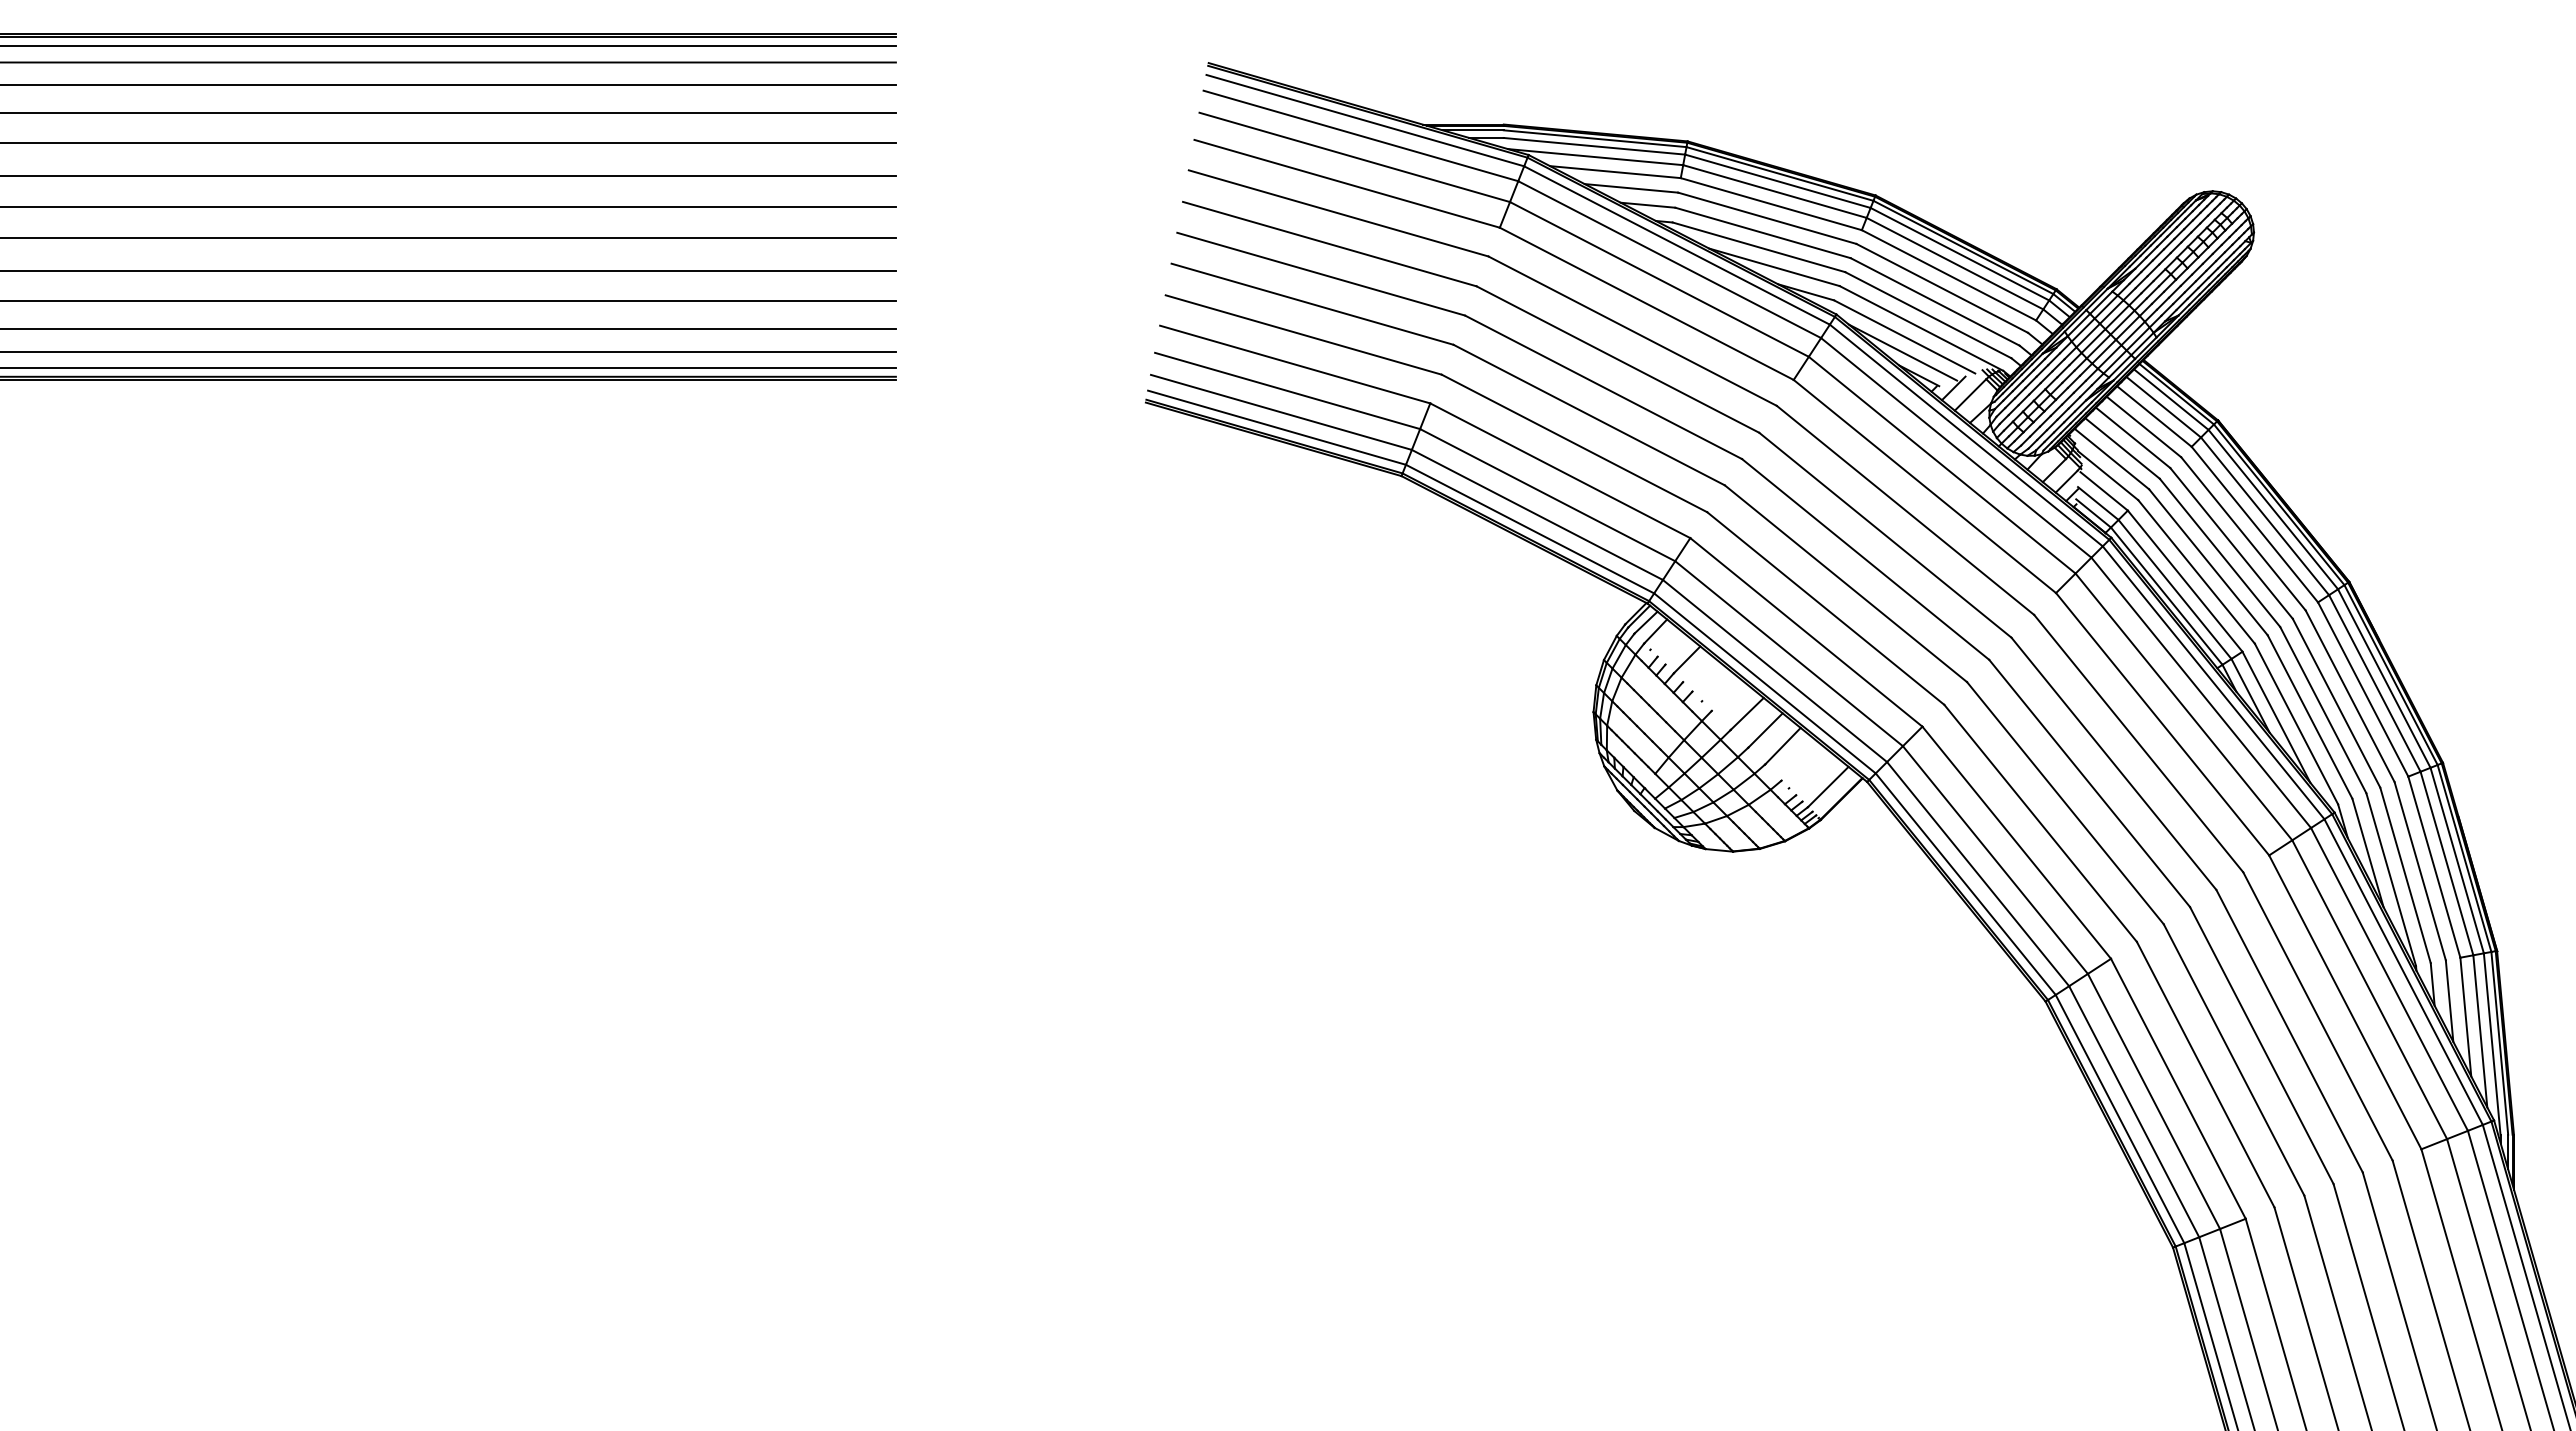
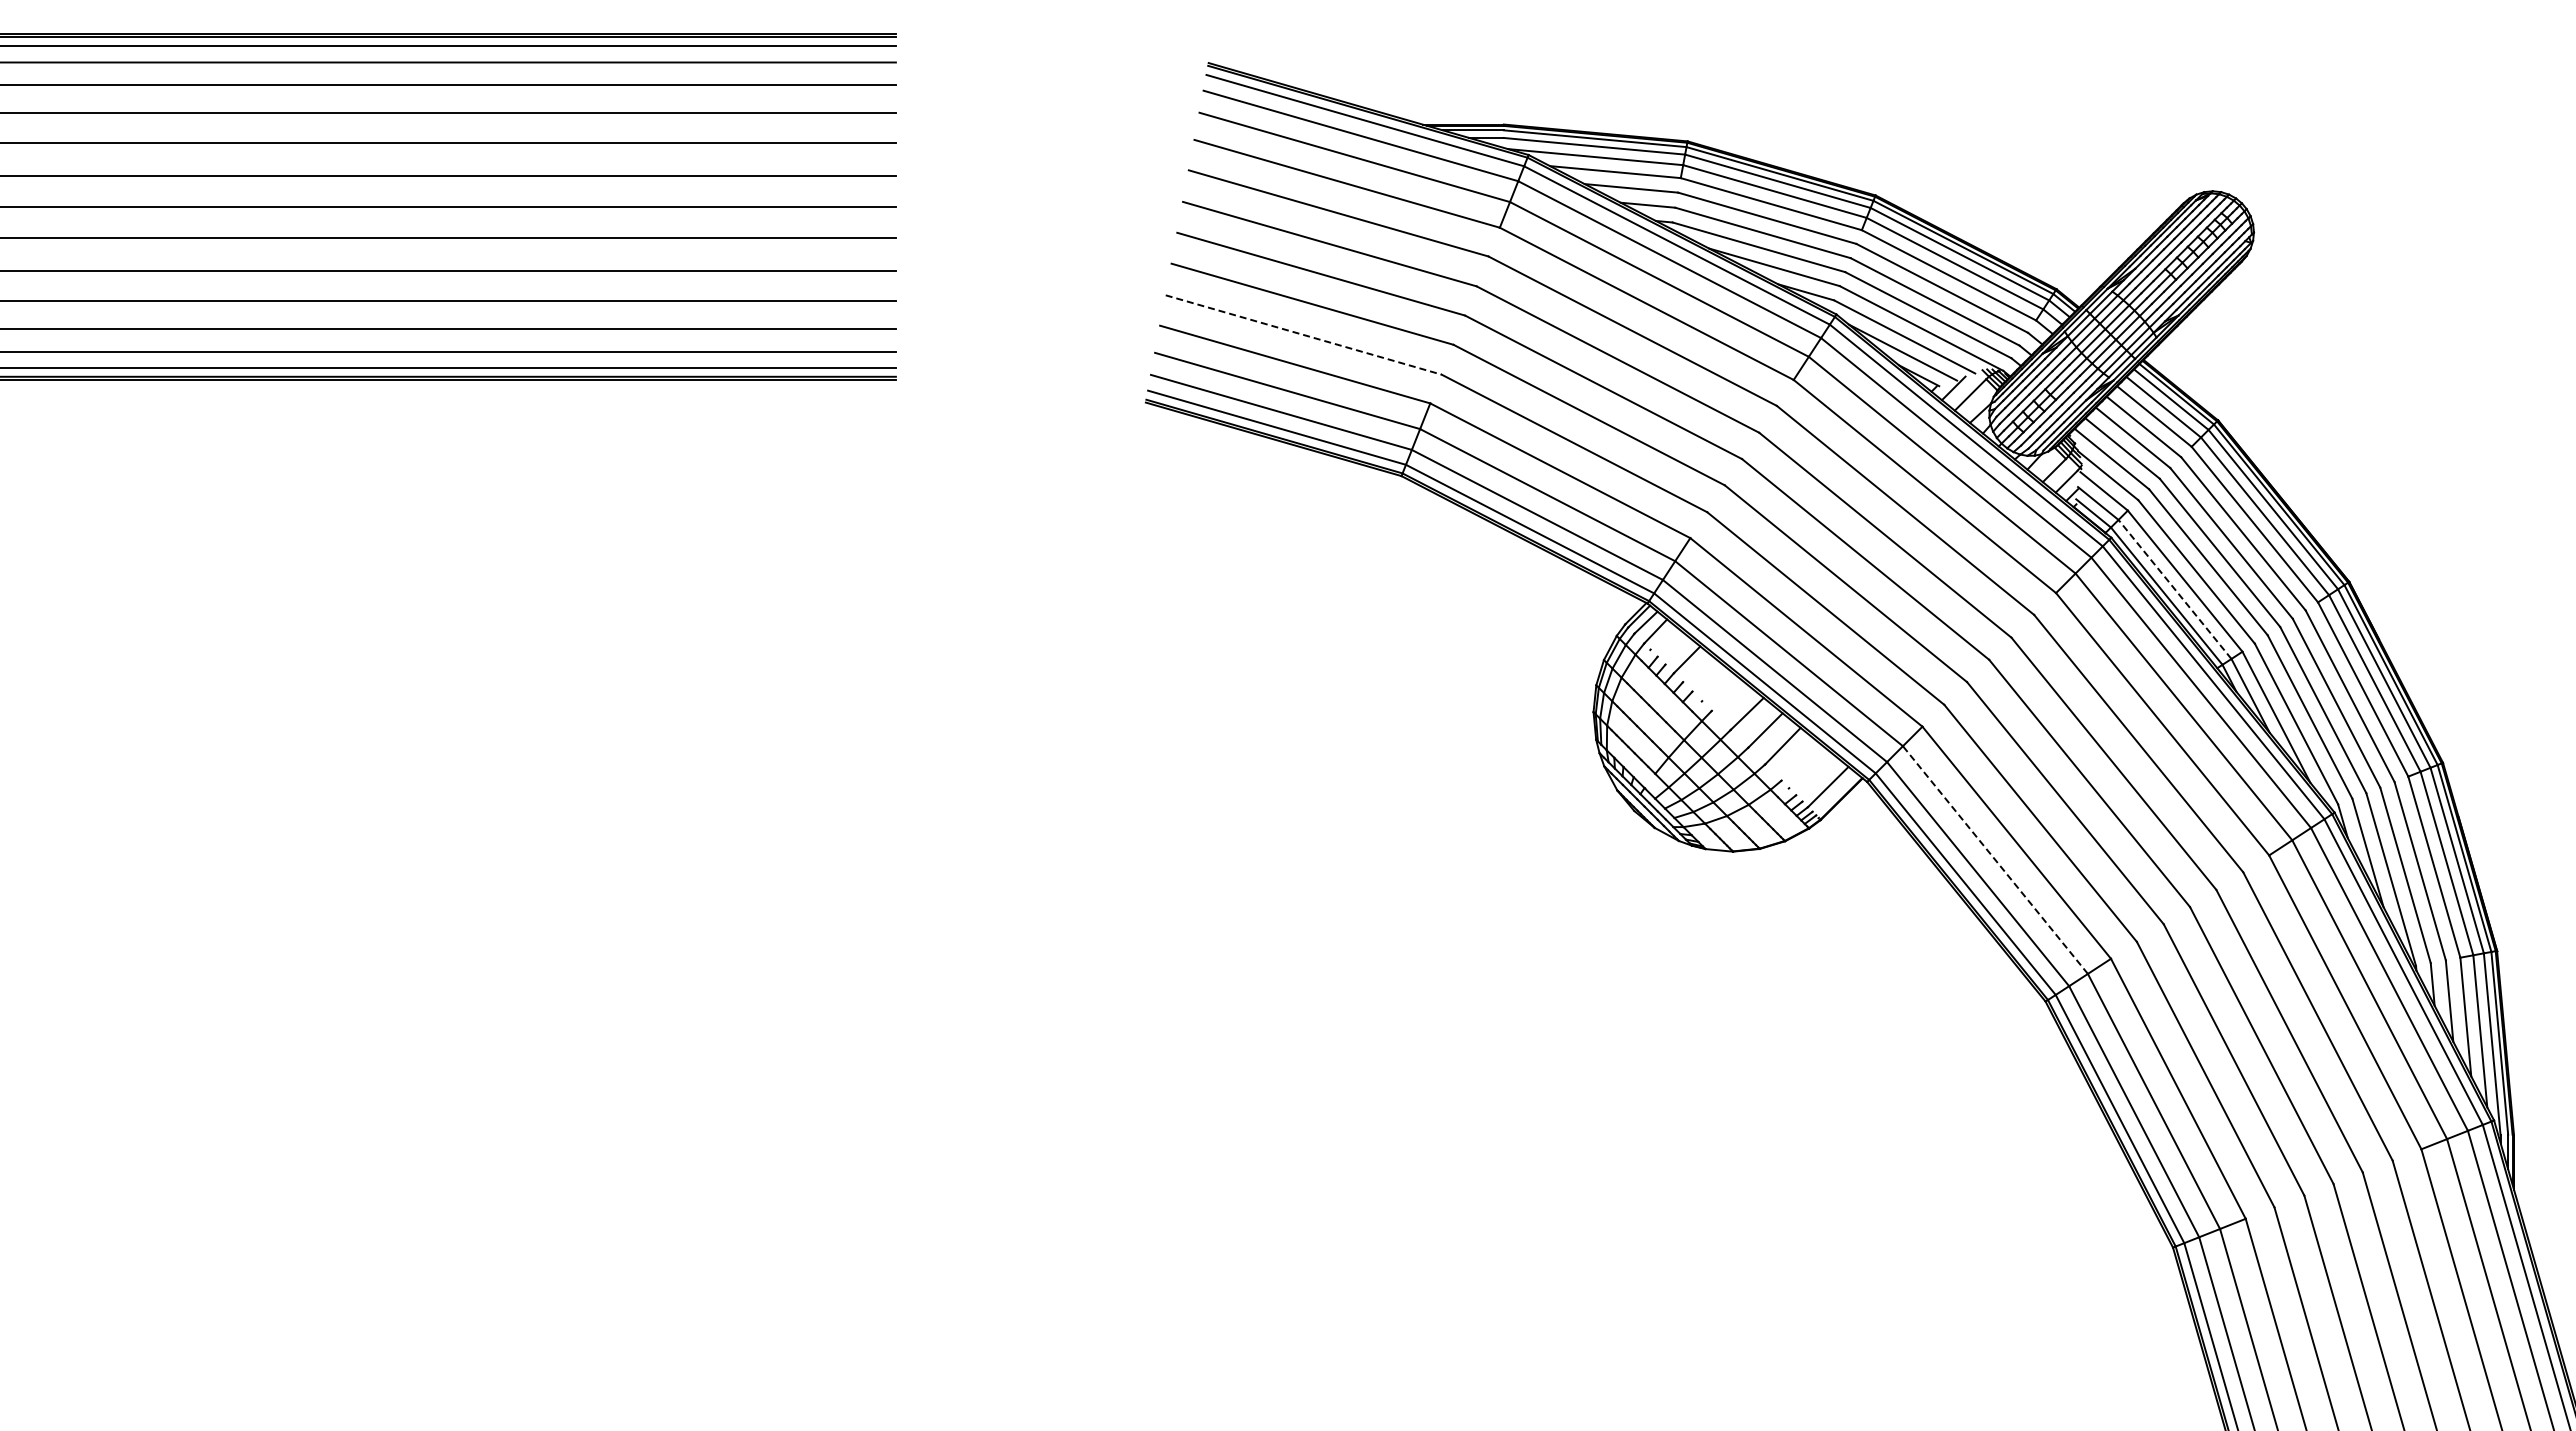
line at (1303, 334): solid -> dashed
line at (2175, 589): solid -> dashed
line at (1995, 860): solid -> dashed
